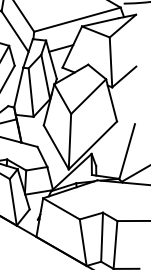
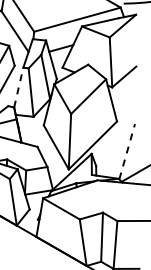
line at (18, 87): solid -> dashed
line at (127, 151): solid -> dashed
